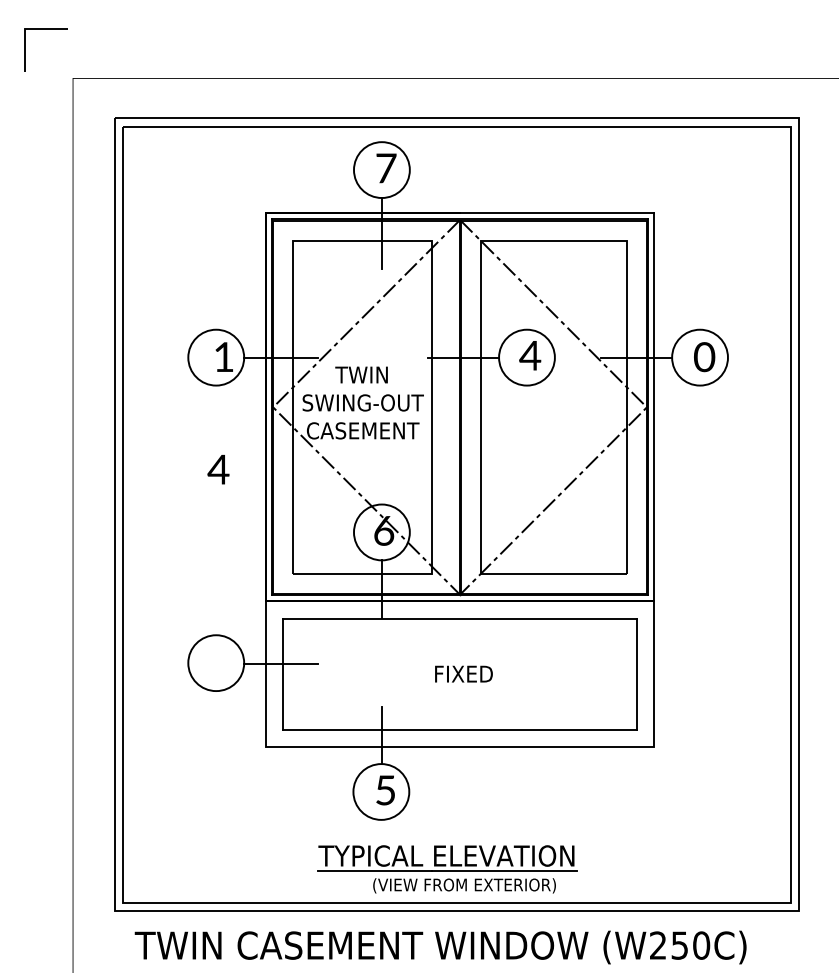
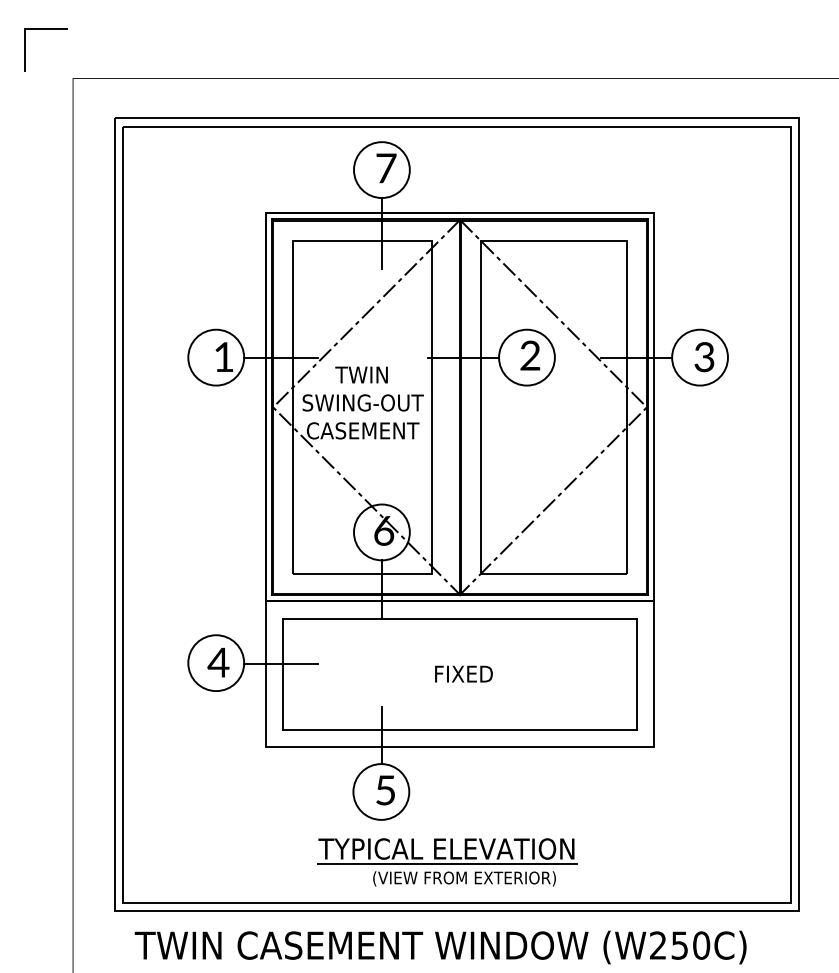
text at (530, 355): 4 -> 2
text at (704, 357): 0 -> 3
text at (218, 469) position: (218, 469) -> (218, 662)
part at (447, 869) position: (447, 869) -> (447, 862)
